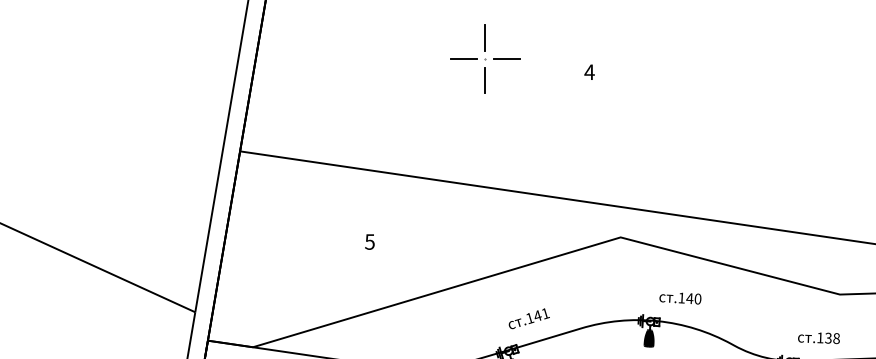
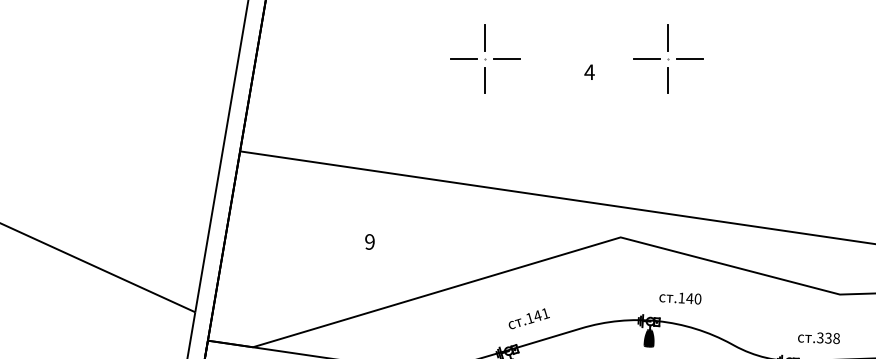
part at (668, 58): none -> present
text at (369, 241): 5 -> 9
text at (819, 337): .138 -> .338
